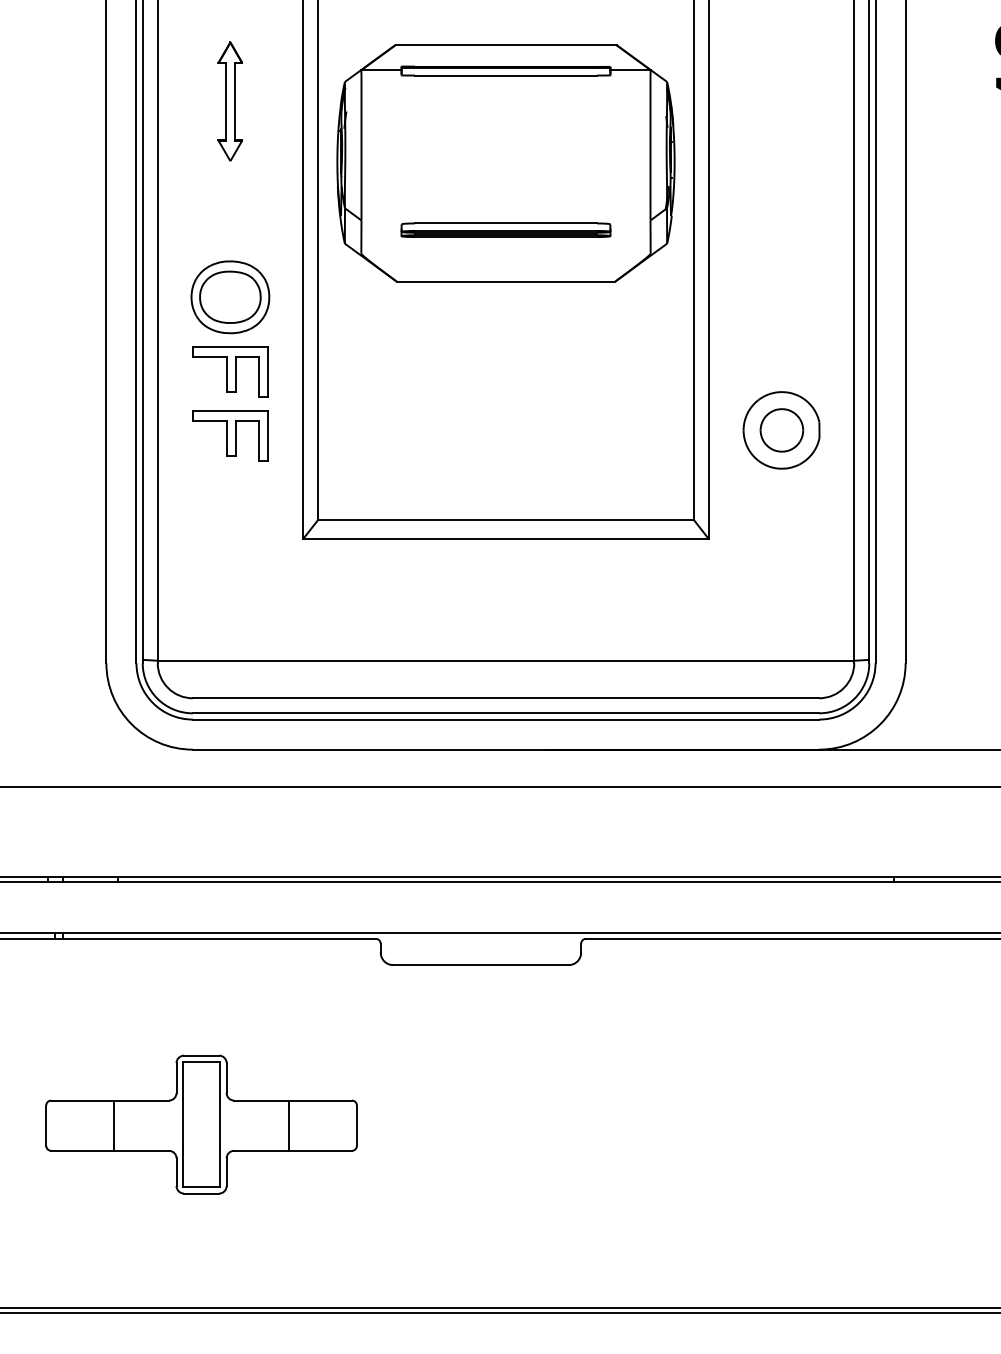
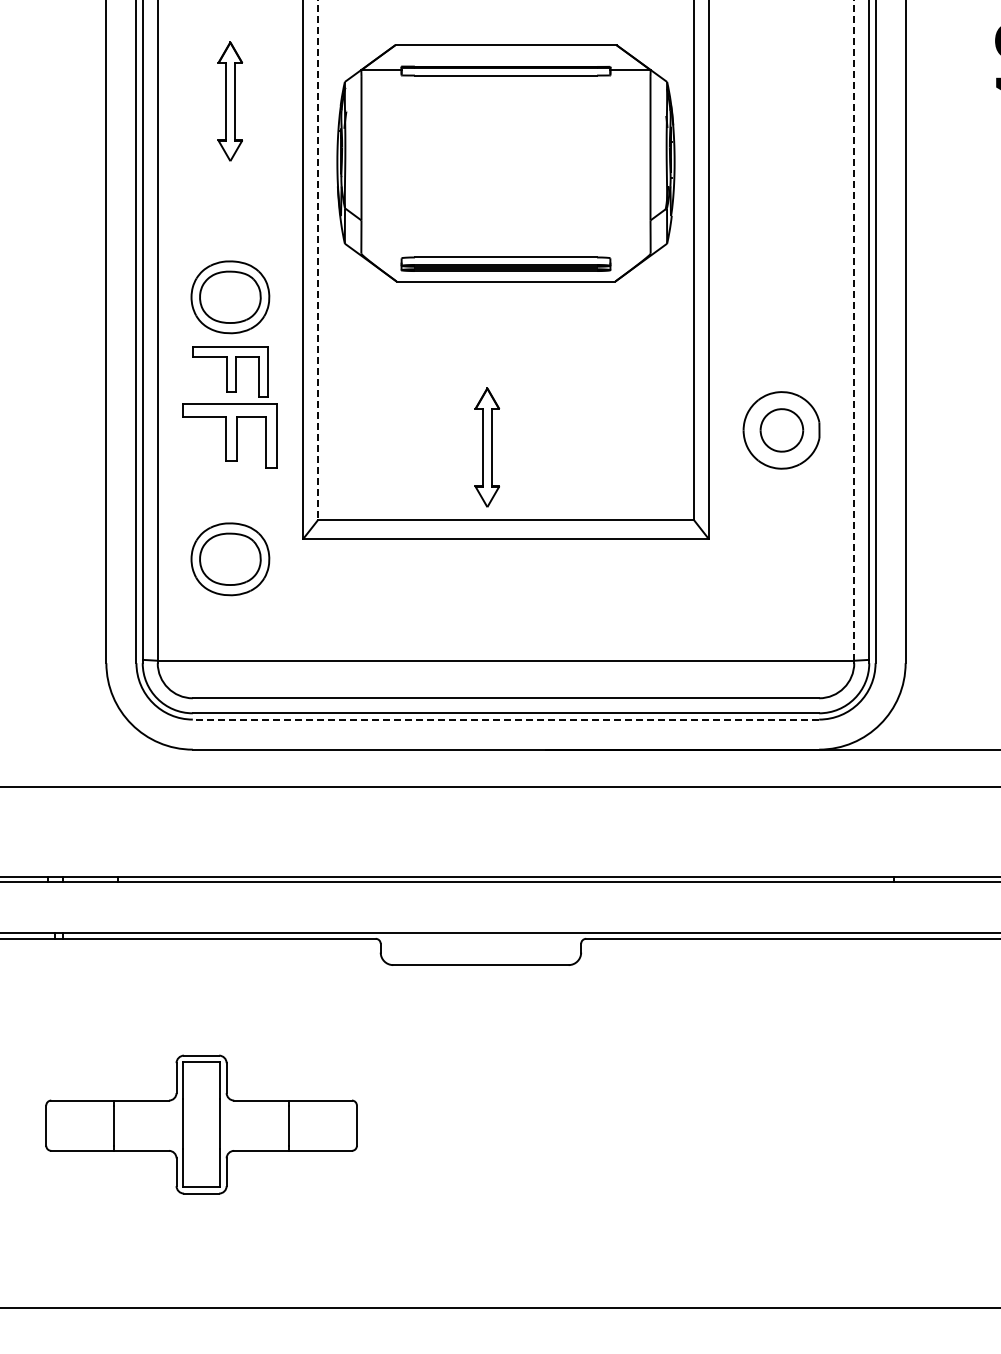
part at (505, 229) position: (505, 229) -> (505, 263)
line at (318, 260): solid -> dashed
line at (854, 329): solid -> dashed
part at (230, 435) size: 77x52 px -> 96x66 px
part at (487, 447): none -> present
part at (230, 559): none -> present
line at (505, 719): solid -> dashed
line at (499, 1313): present -> none
